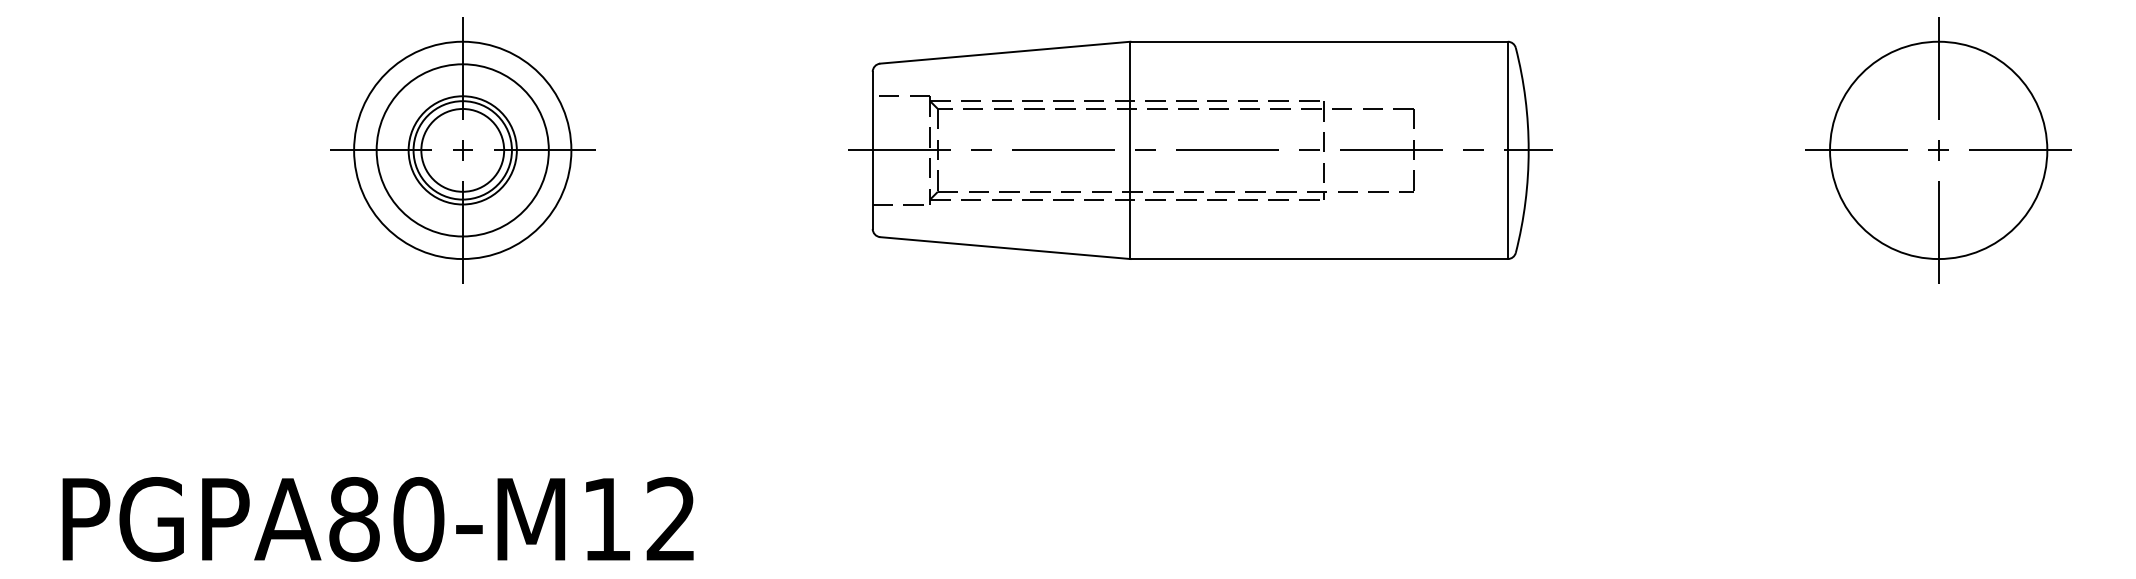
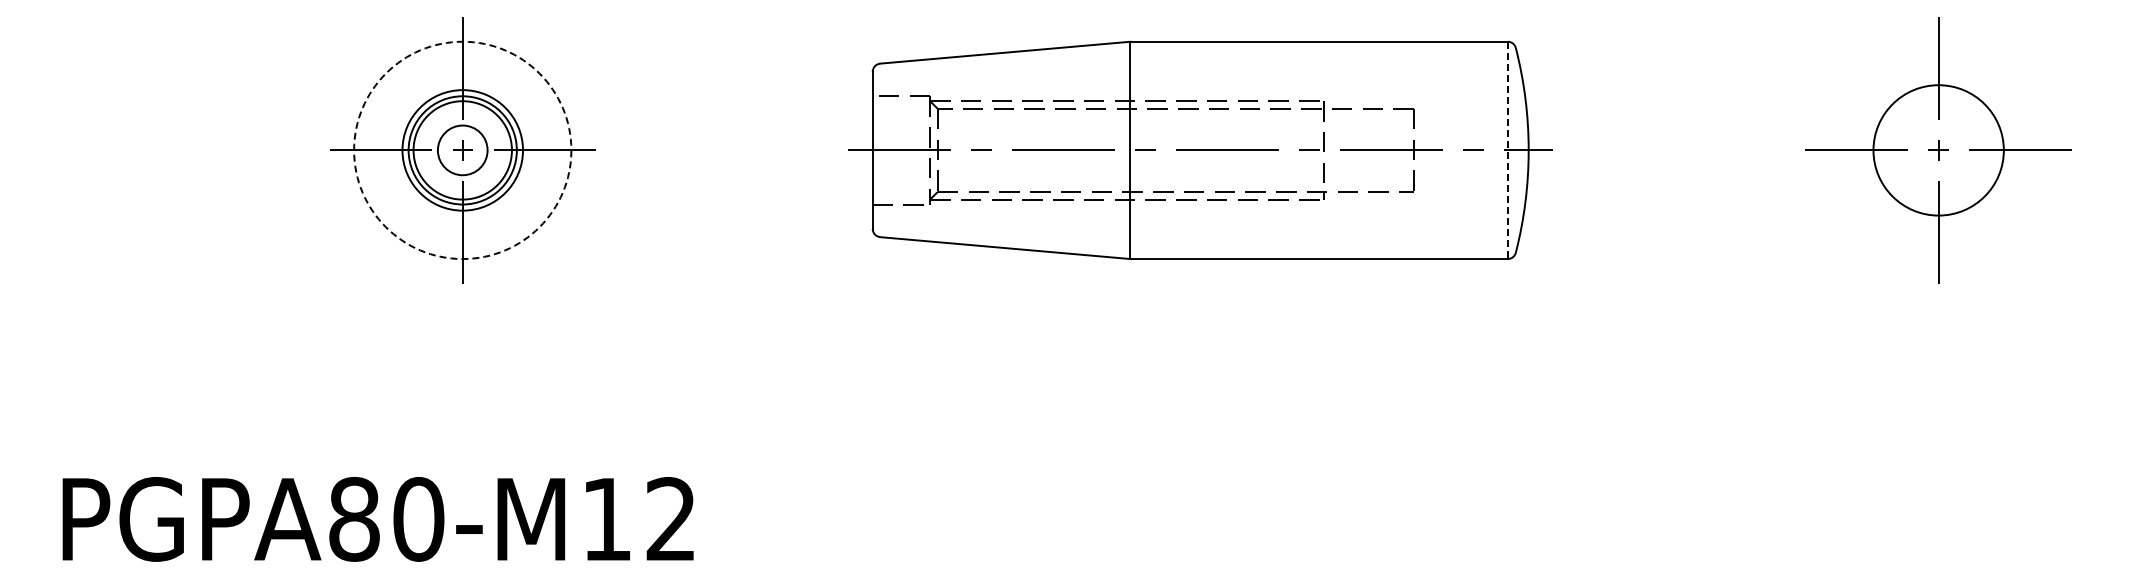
circle at (462, 149) diameter: 83 px -> 50 px
circle at (462, 150) diameter: 172 px -> 121 px
circle at (462, 150): solid -> dashed
line at (1507, 150): solid -> dashed
circle at (1938, 150) diameter: 217 px -> 130 px
